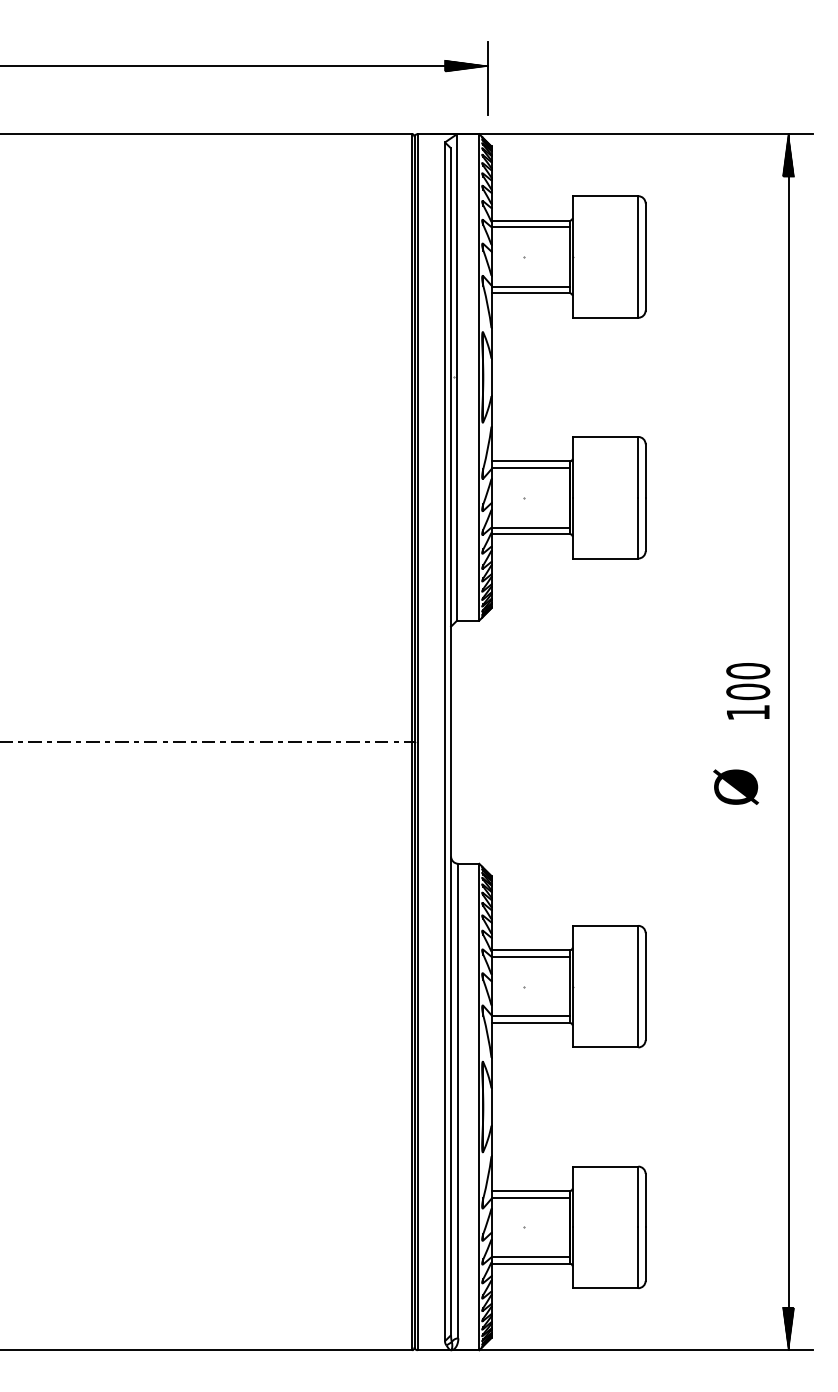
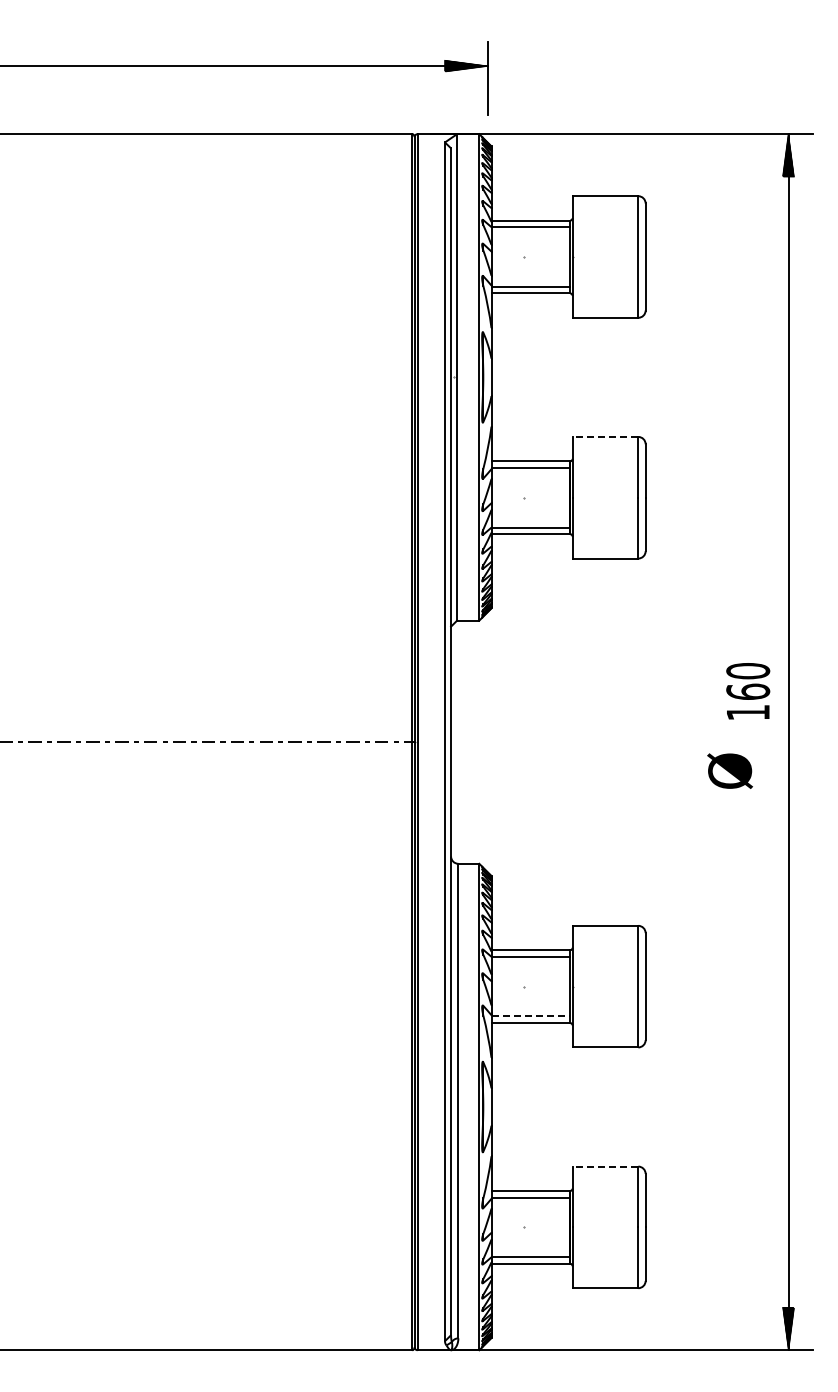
line at (605, 436): solid -> dashed
text at (748, 691): 100 -> 160
text at (735, 786) position: (735, 786) -> (729, 770)
line at (531, 1016): solid -> dashed
line at (605, 1166): solid -> dashed
